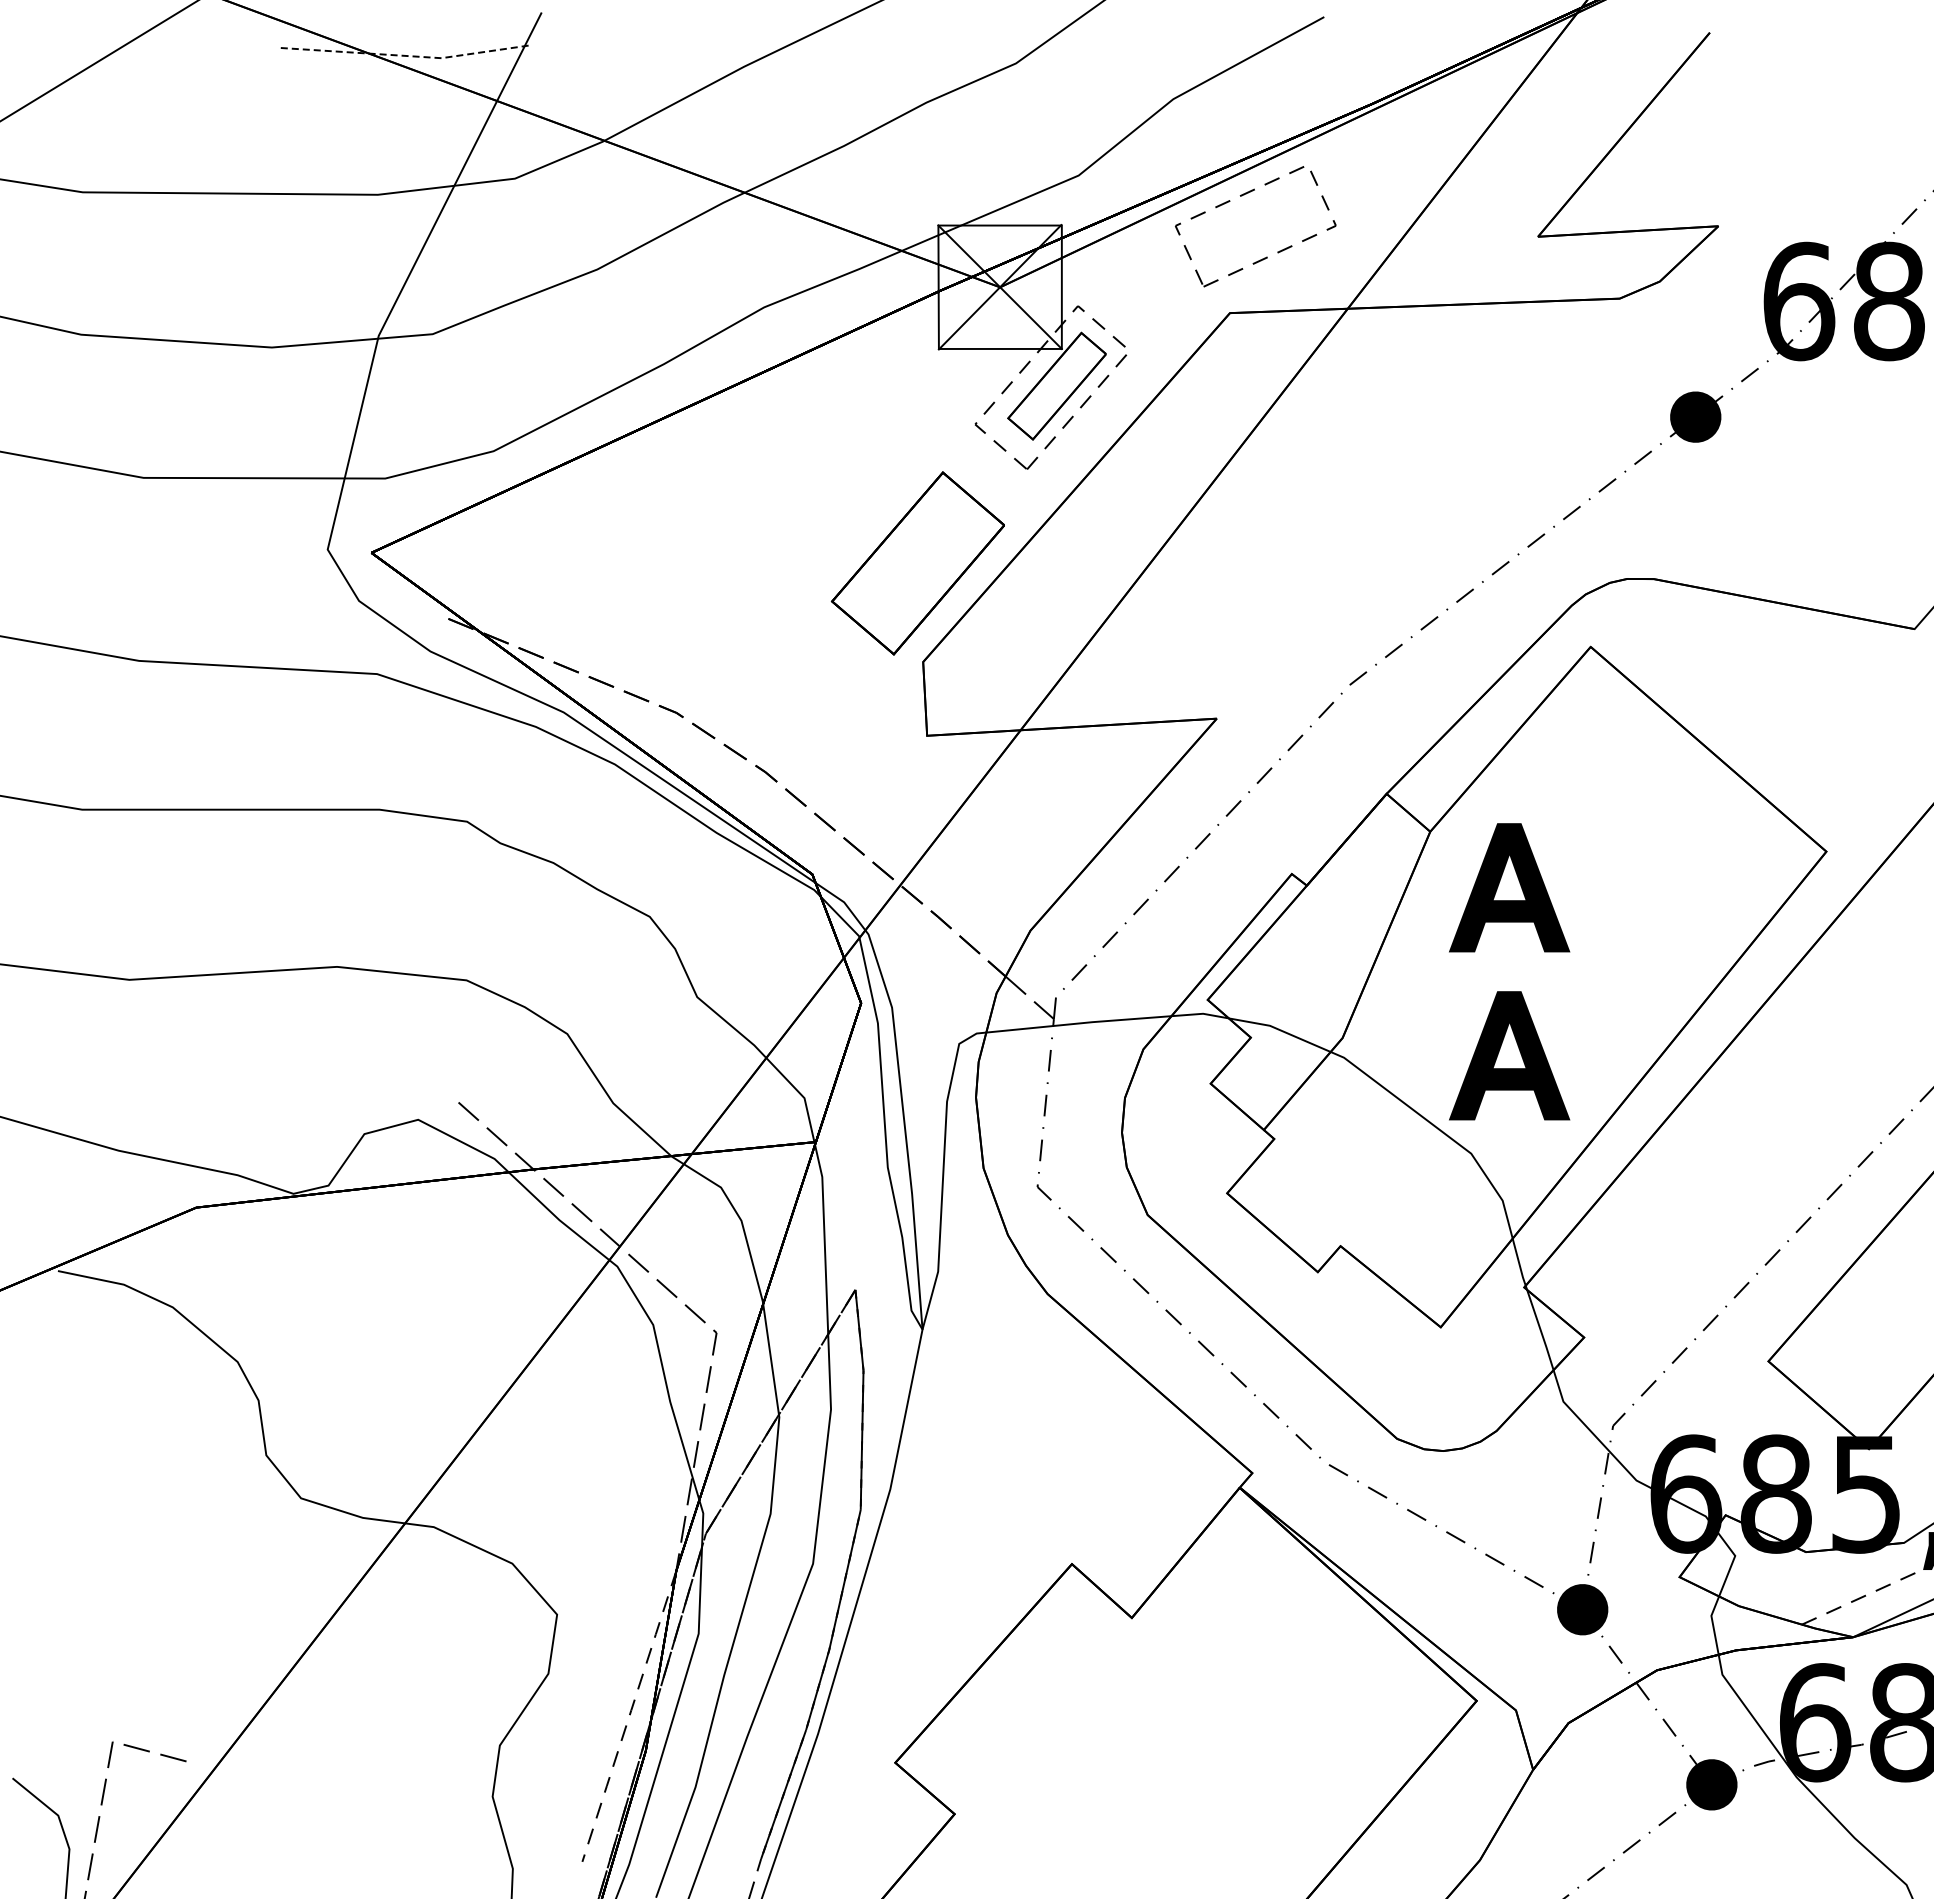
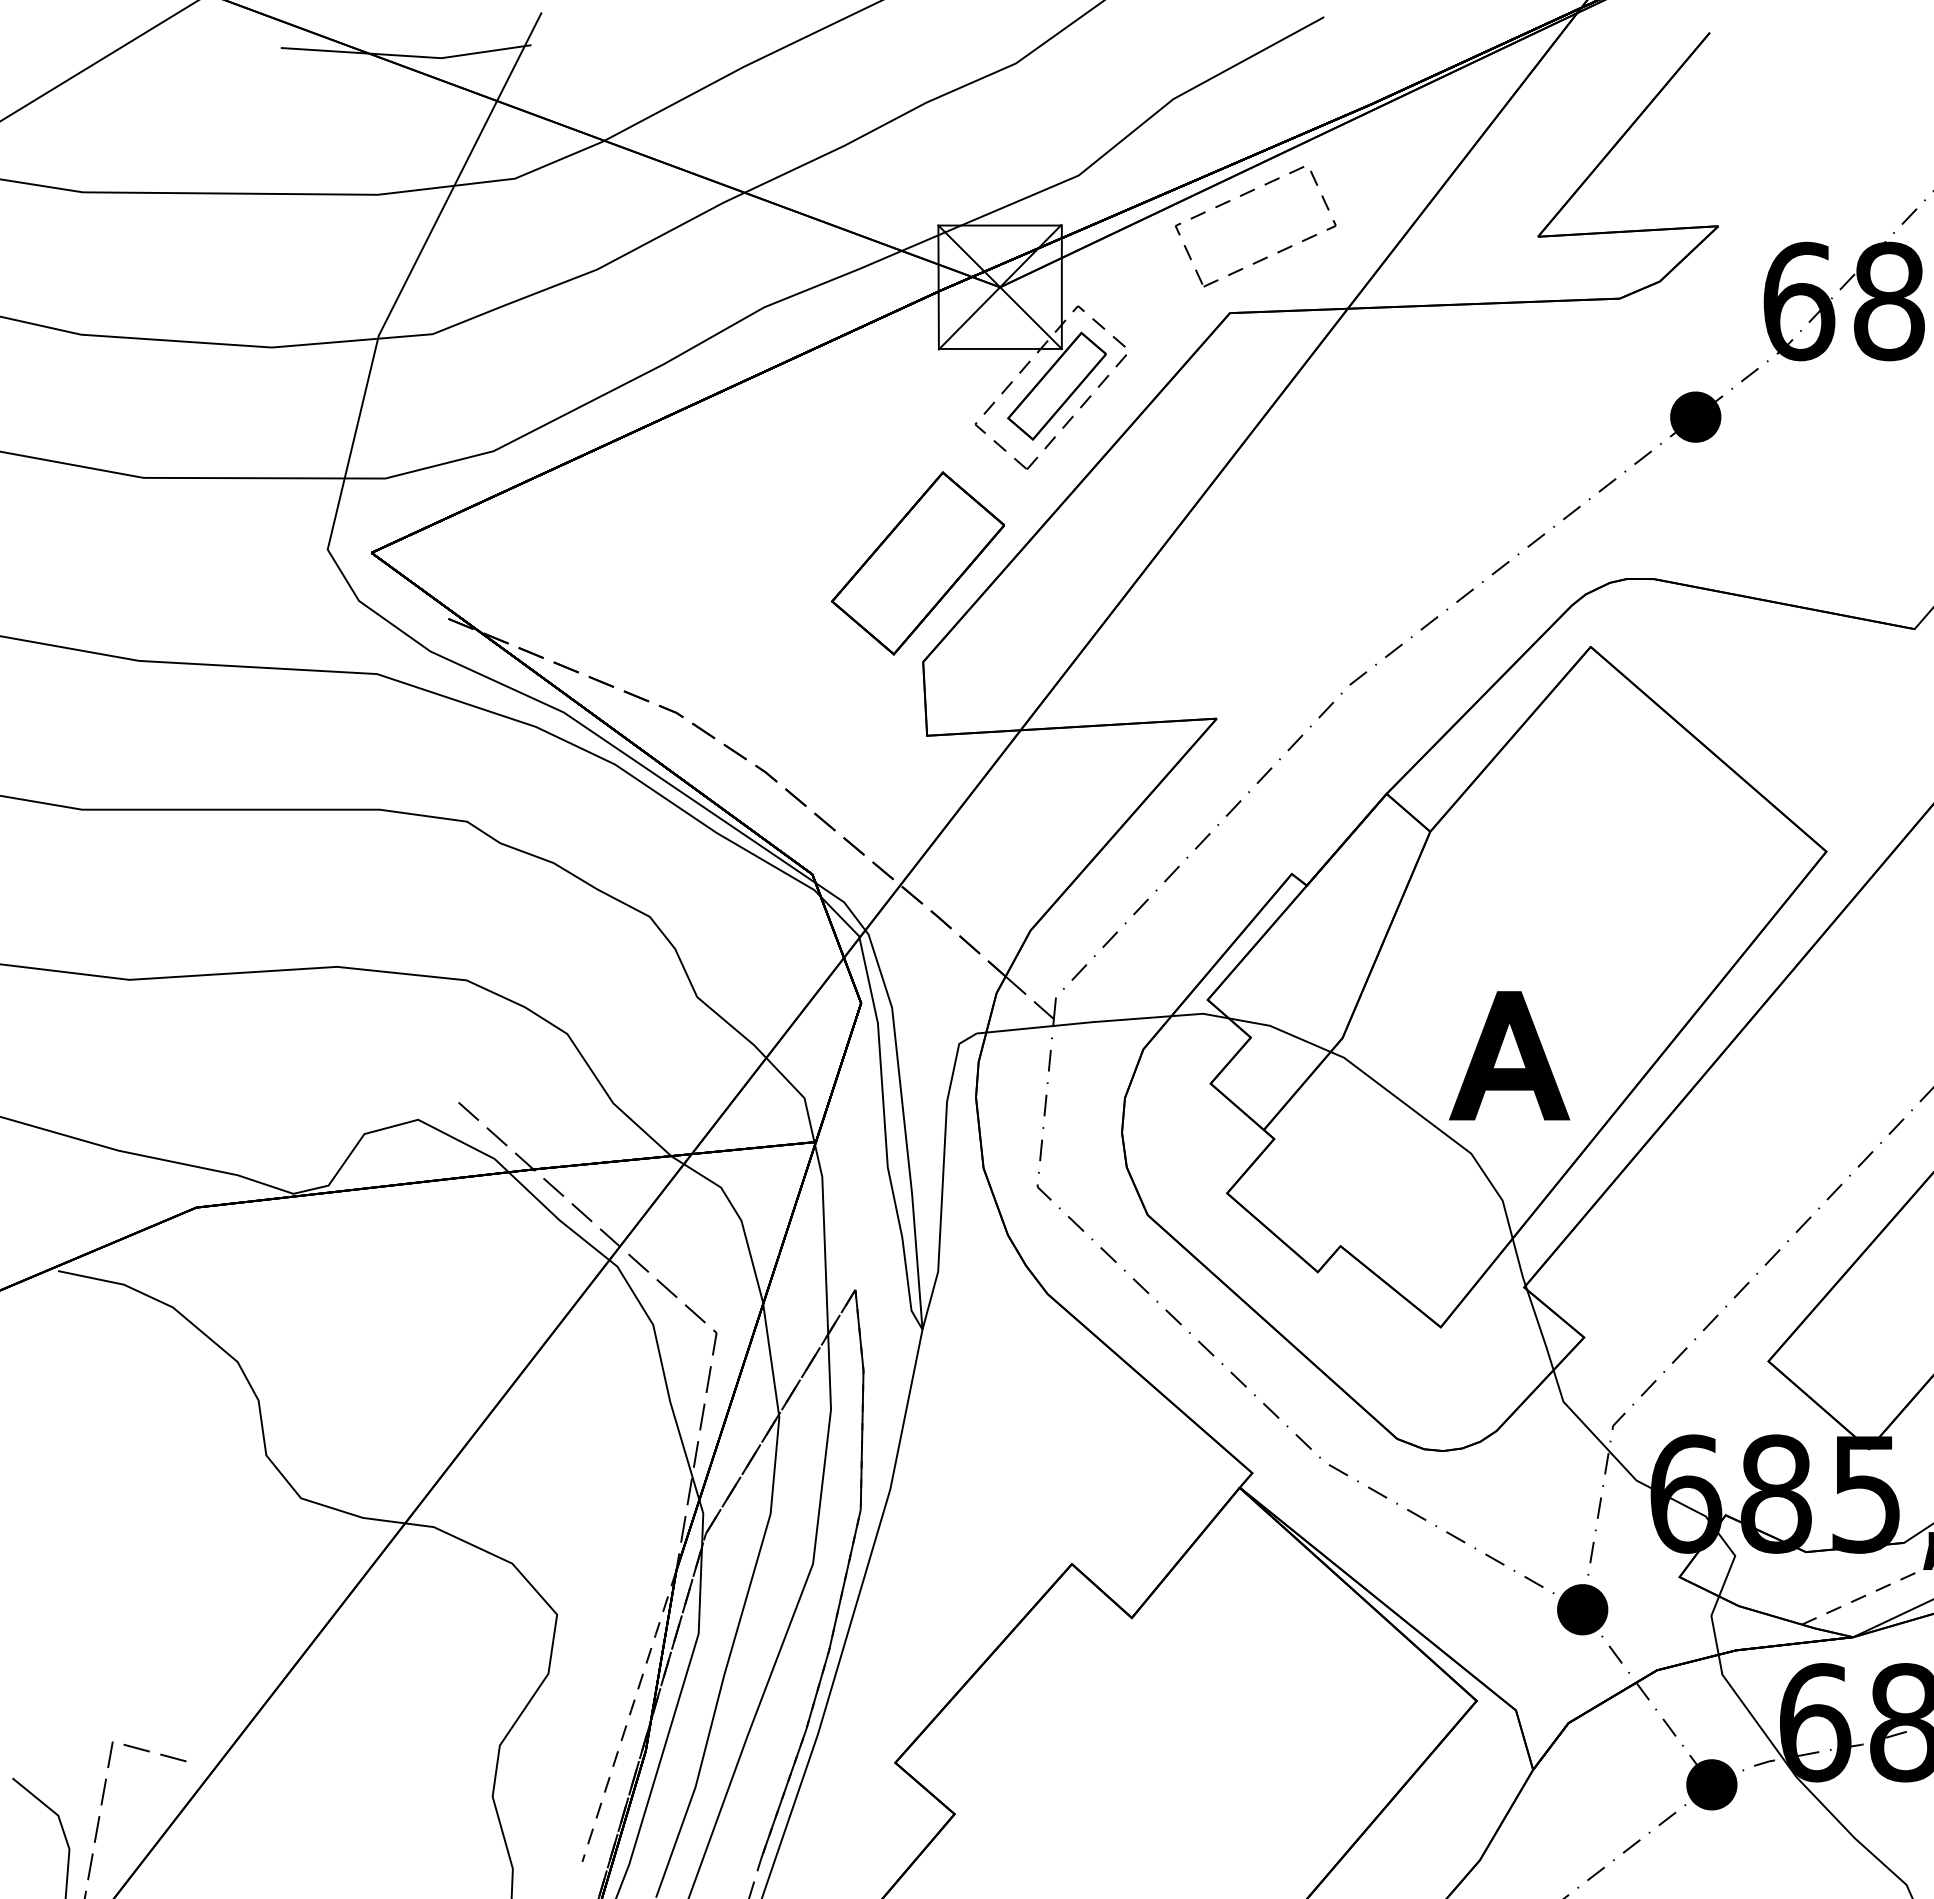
line at (407, 56): dashed -> solid
part at (1509, 887): present -> none
